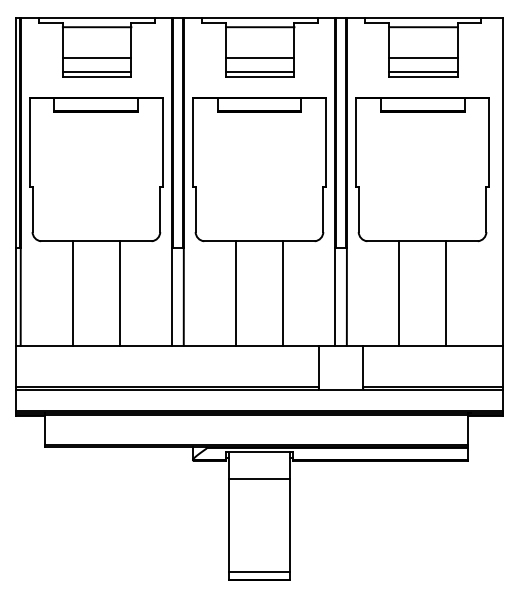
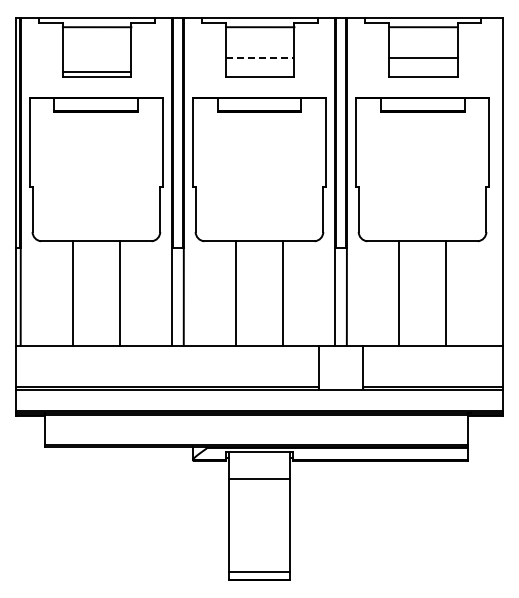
line at (96, 57): present -> none
line at (260, 57): solid -> dashed
line at (259, 71): present -> none
line at (423, 71): present -> none
